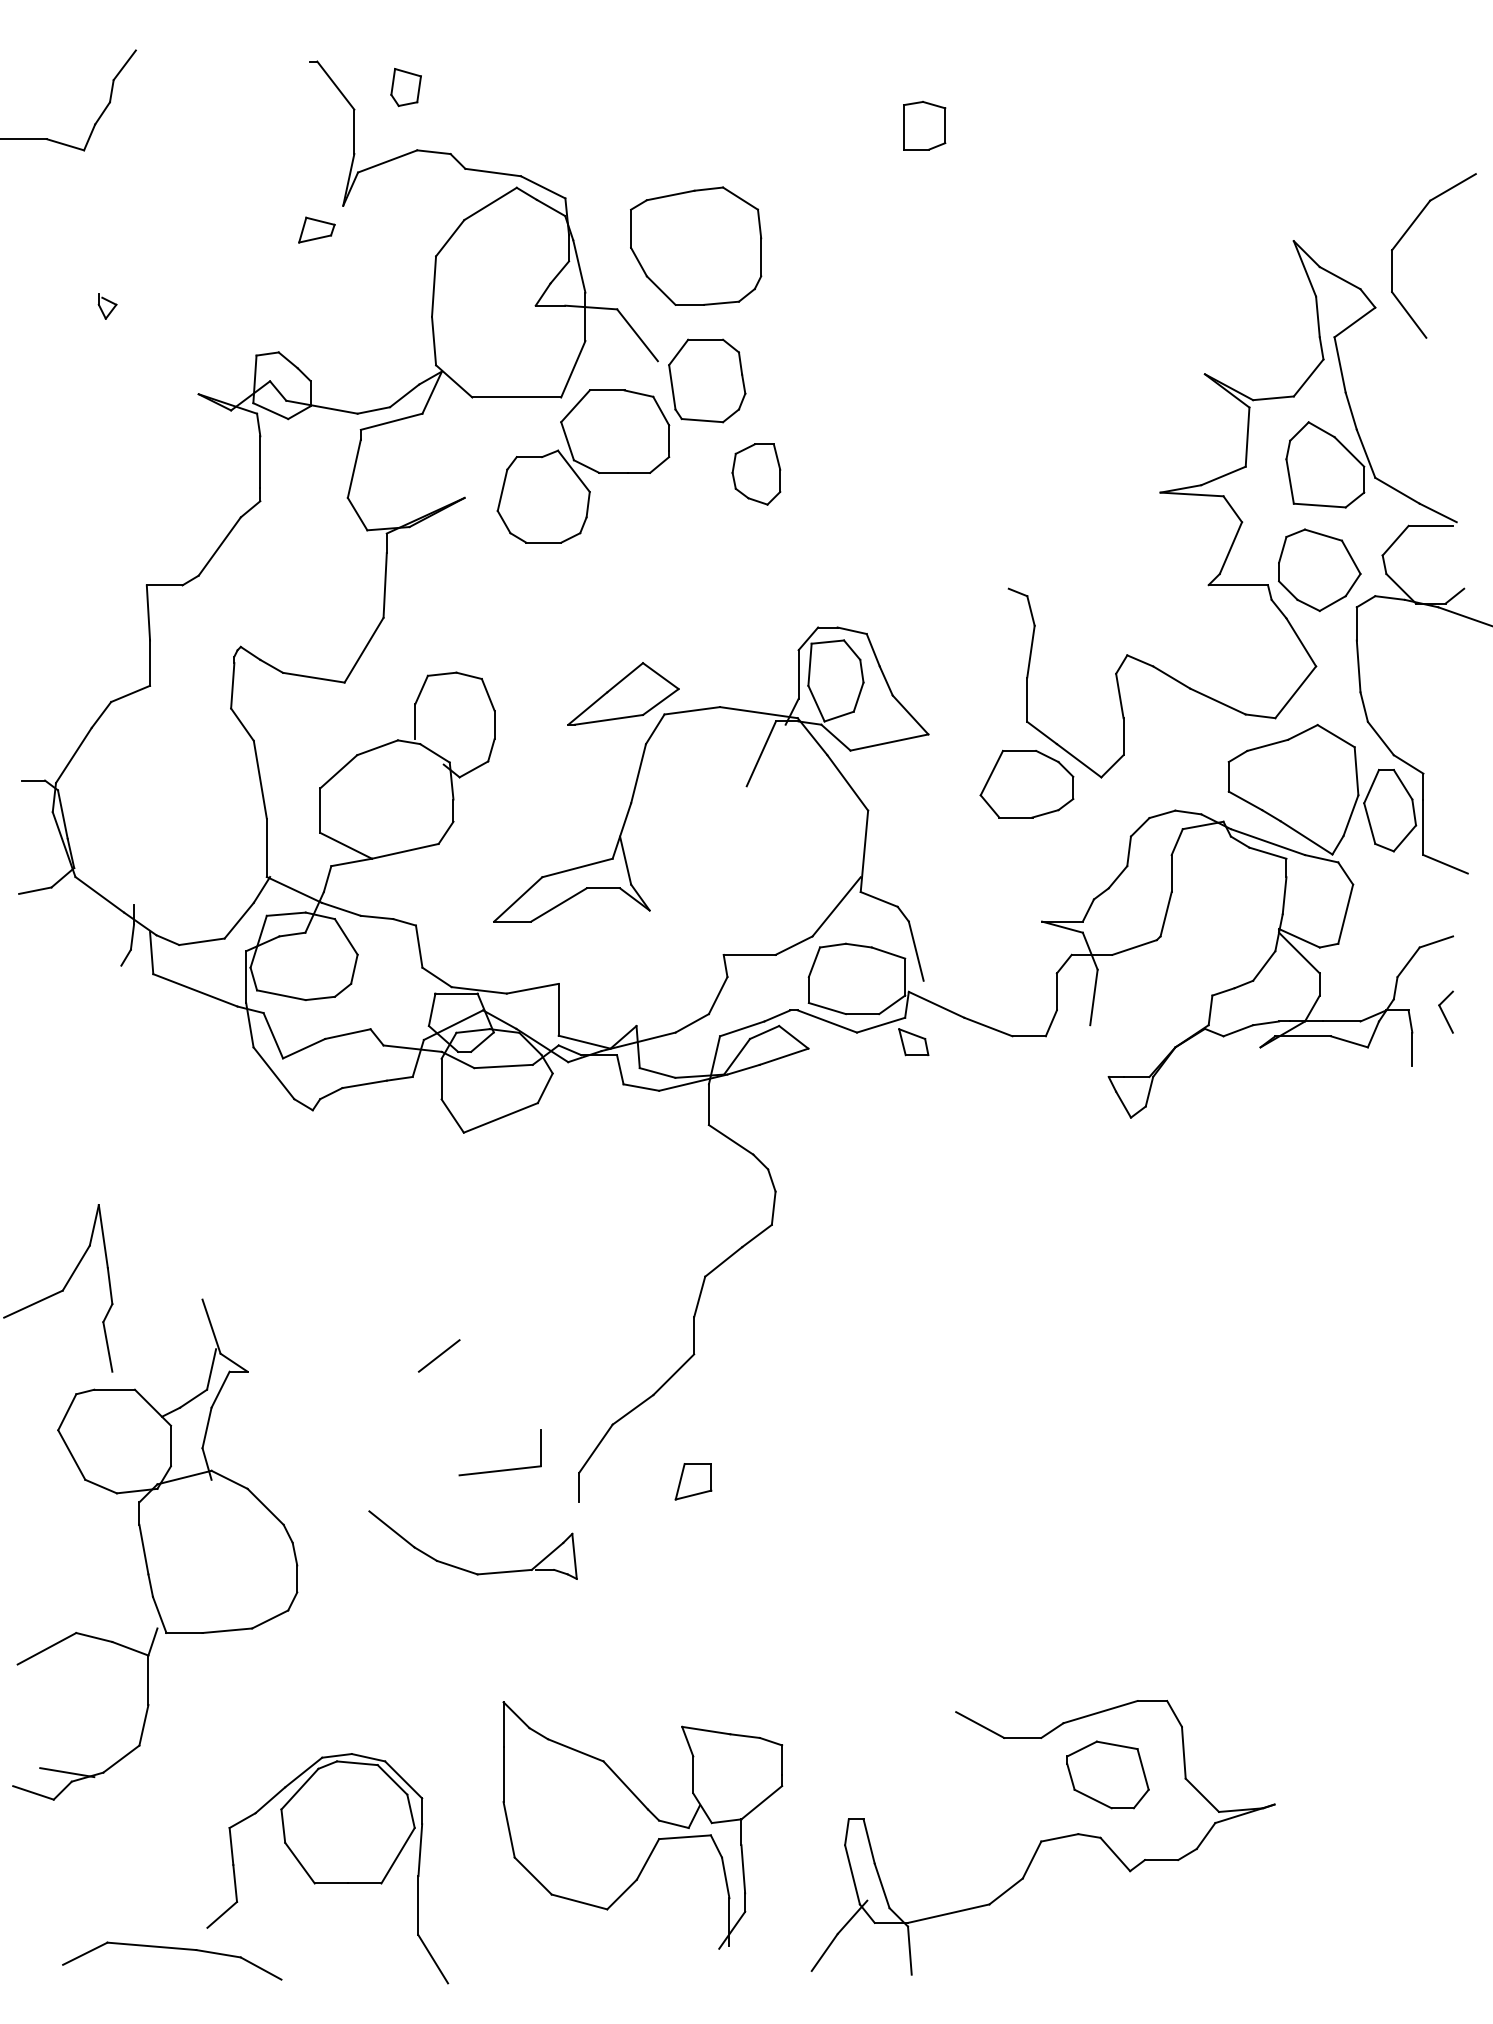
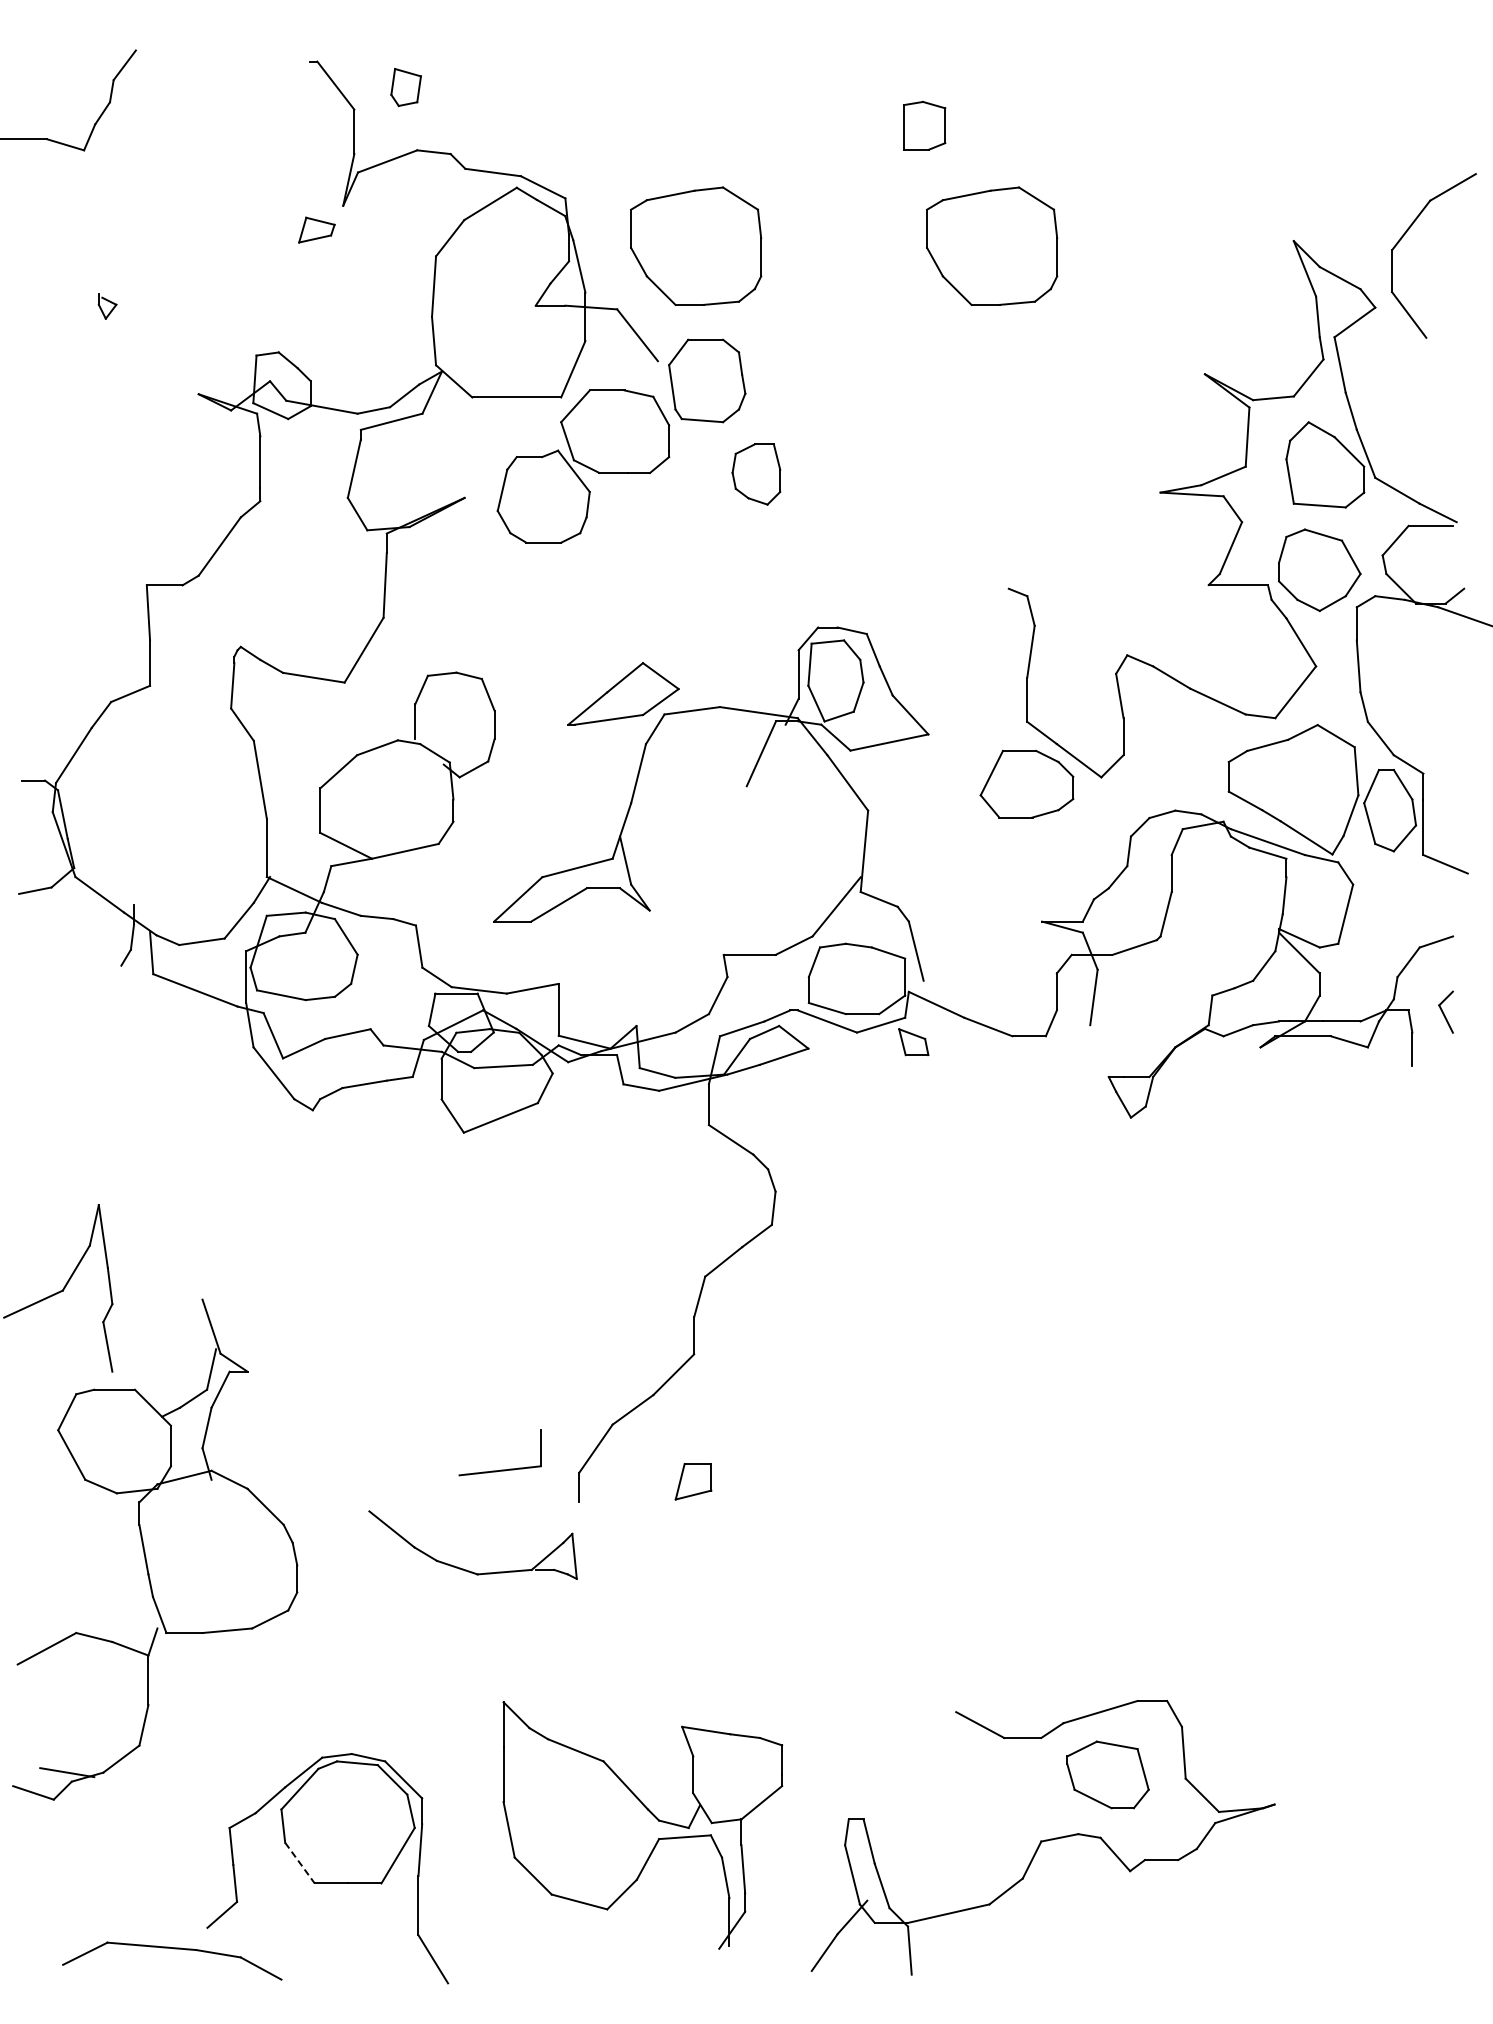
part at (992, 245): none -> present
line at (438, 1355): present -> none
line at (300, 1863): solid -> dashed
